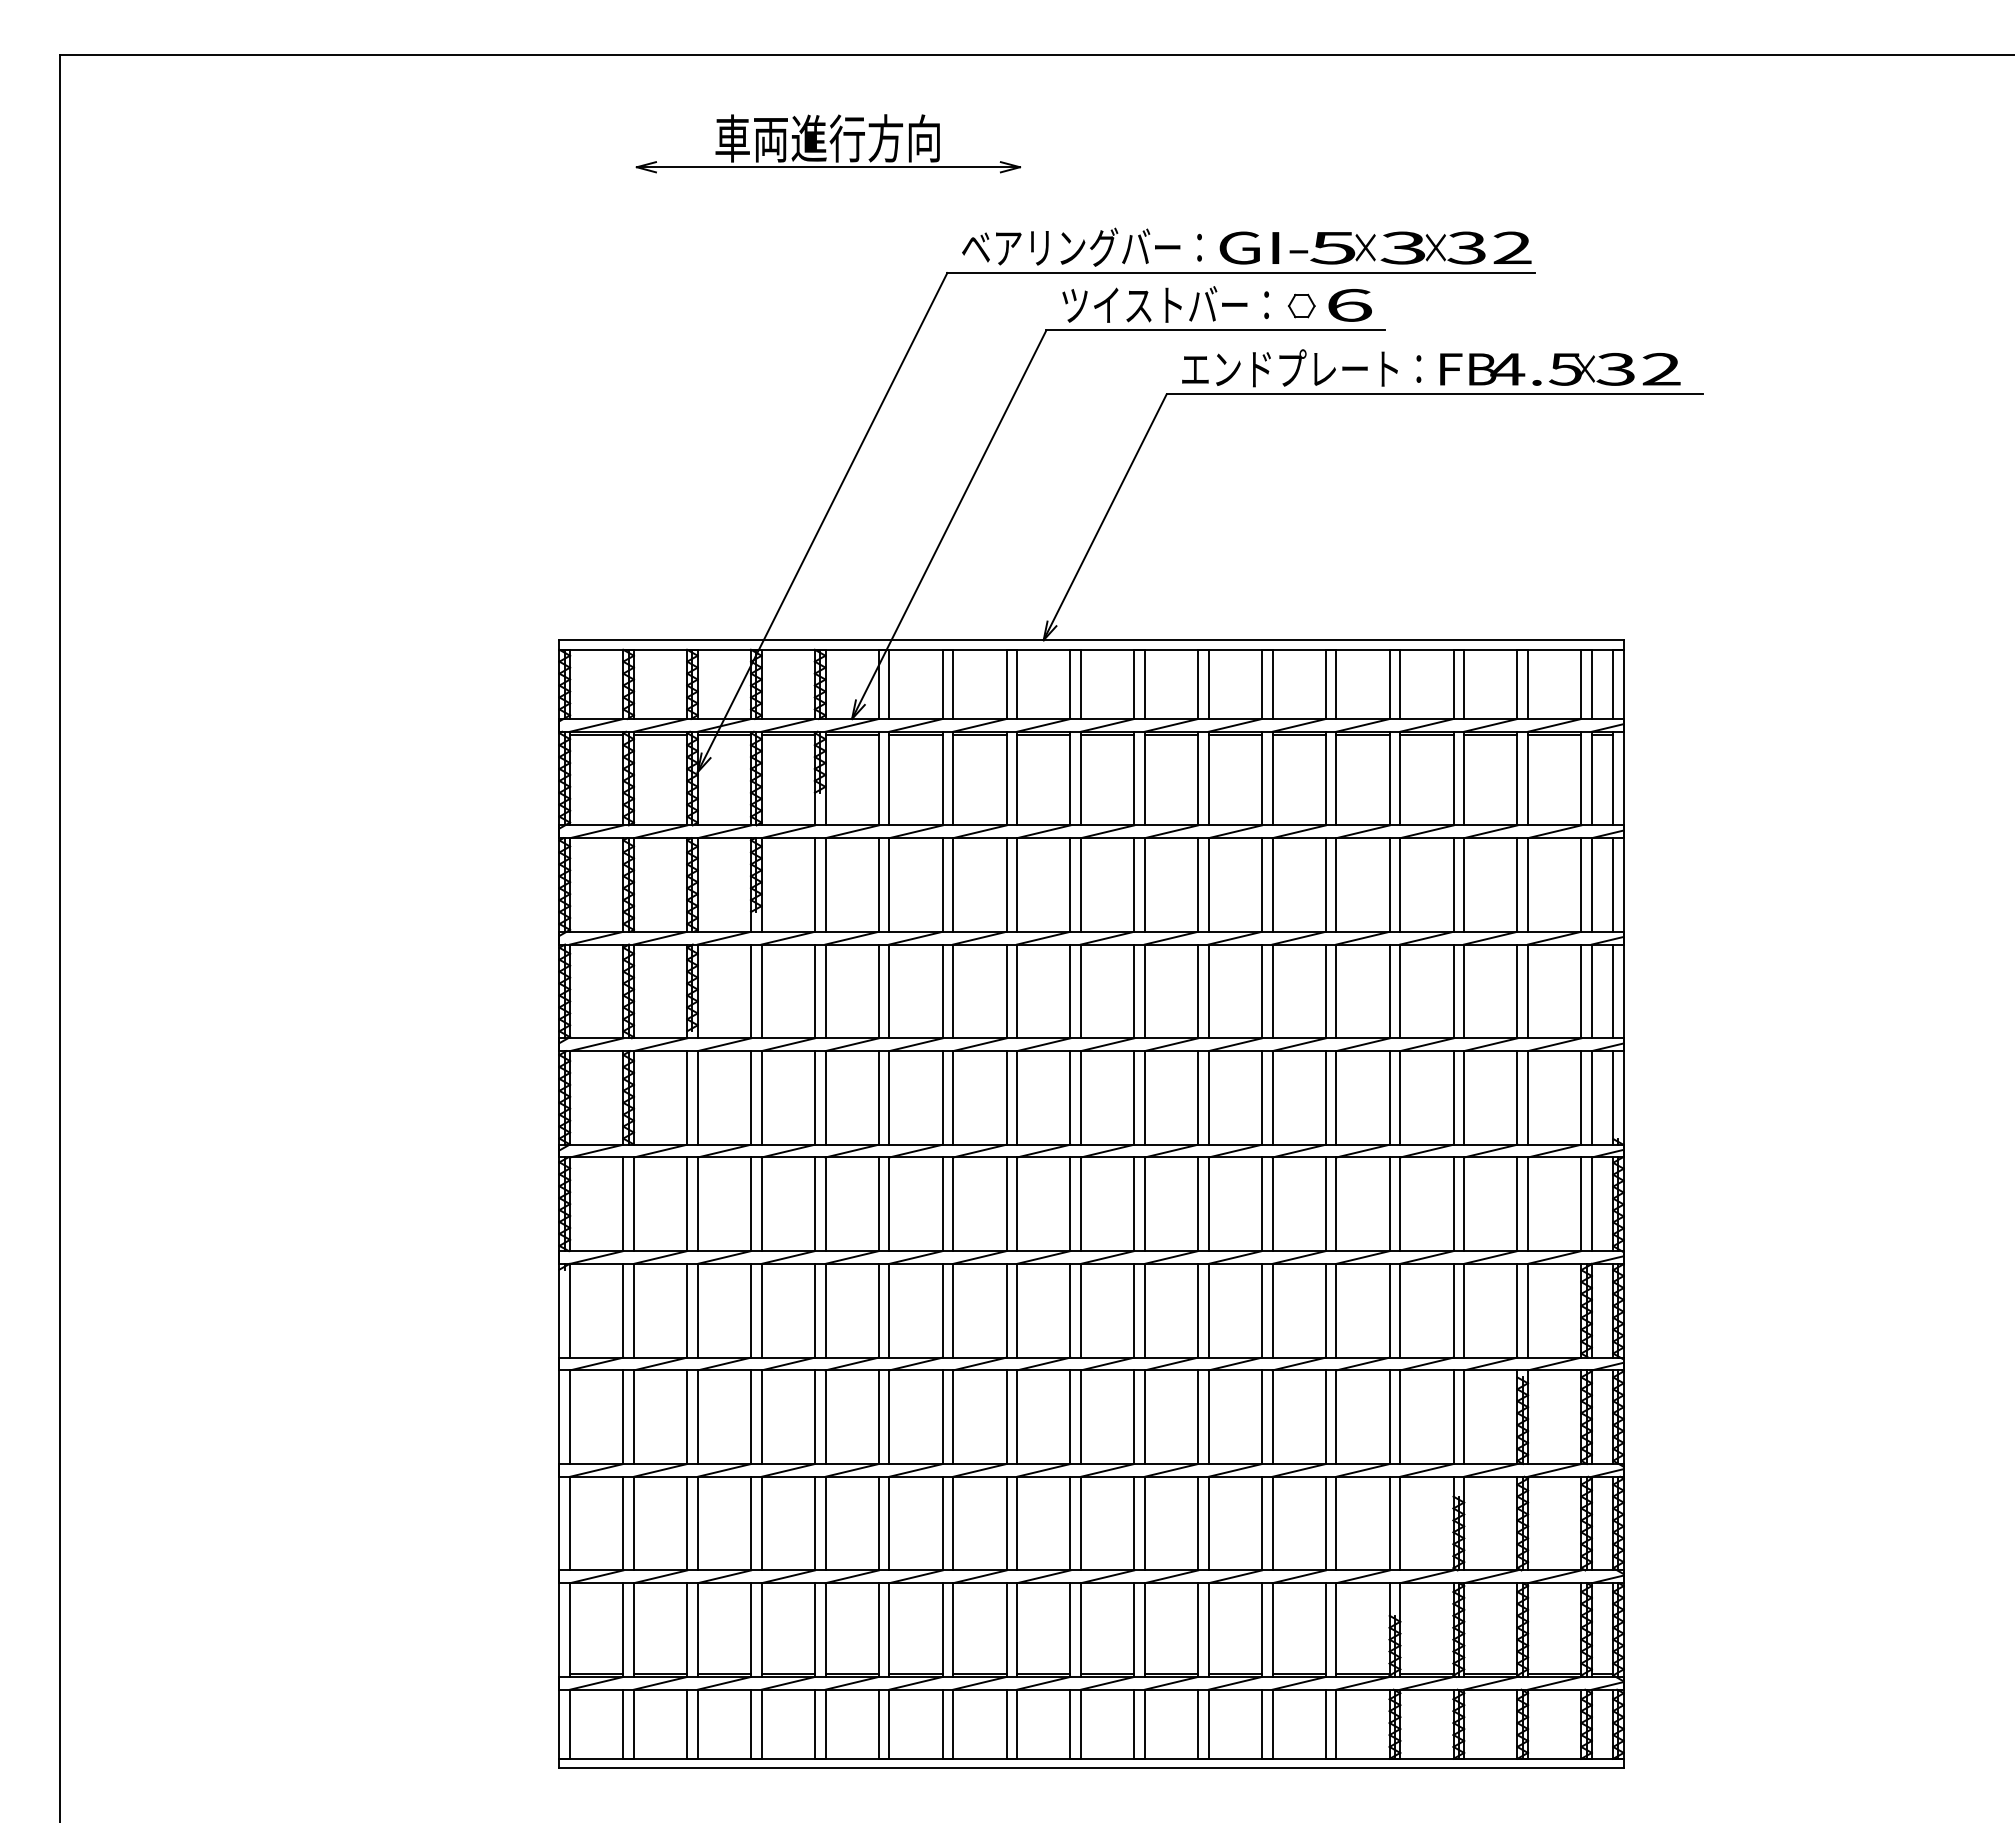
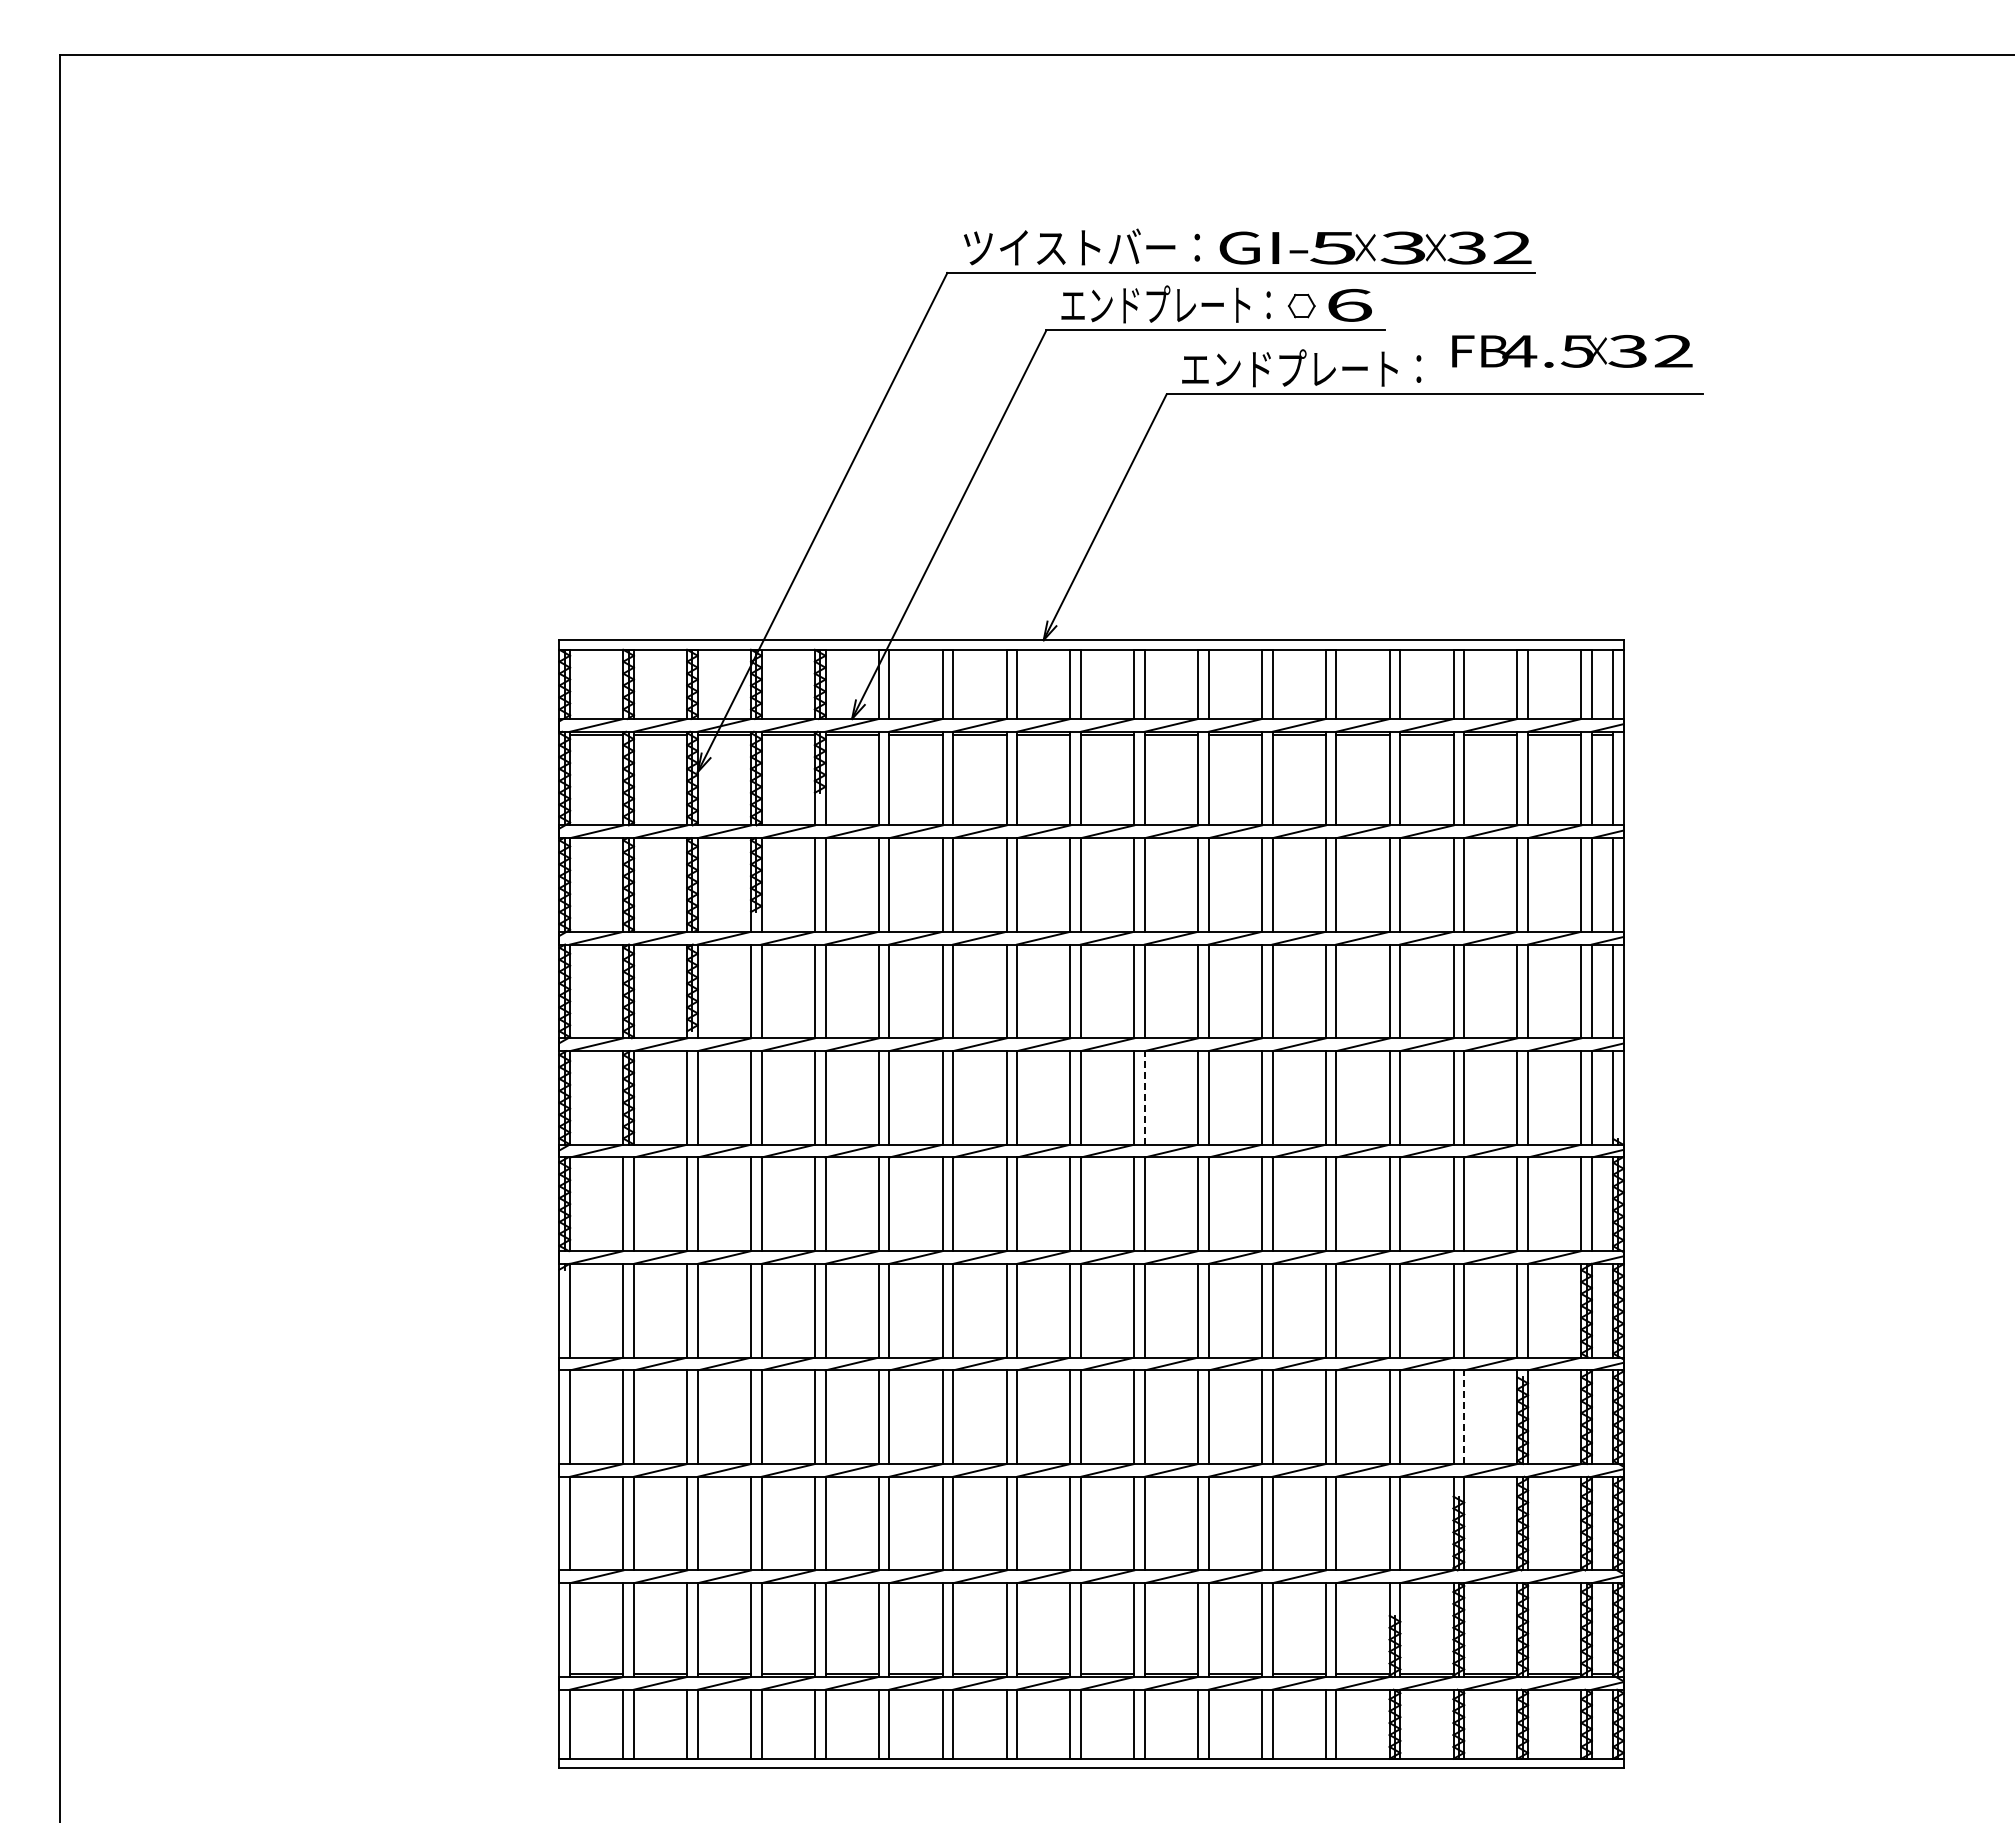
part at (828, 143): present -> none
text at (1081, 246): ベアリングバー： -> ツイストバー：
text at (1165, 304): ツイストバー： -> エンドプレート：
text at (1560, 369) position: (1560, 369) -> (1572, 351)
line at (1144, 1097): solid -> dashed
line at (1464, 1417): solid -> dashed
